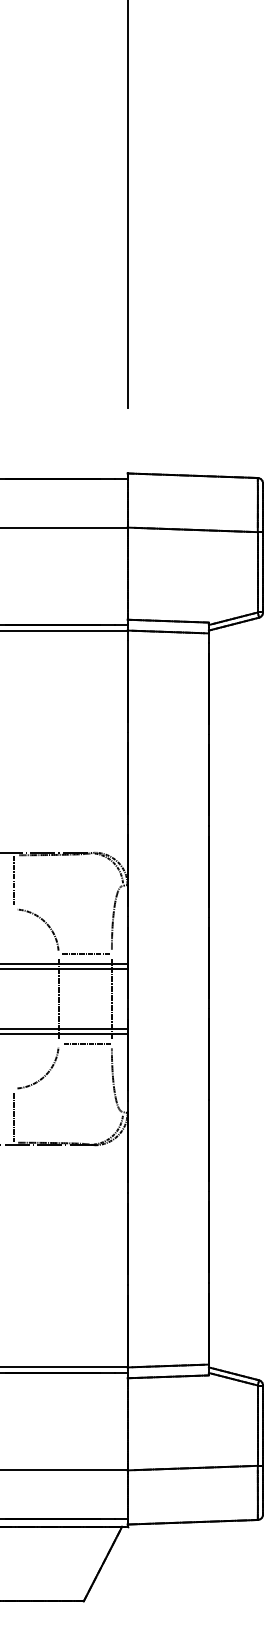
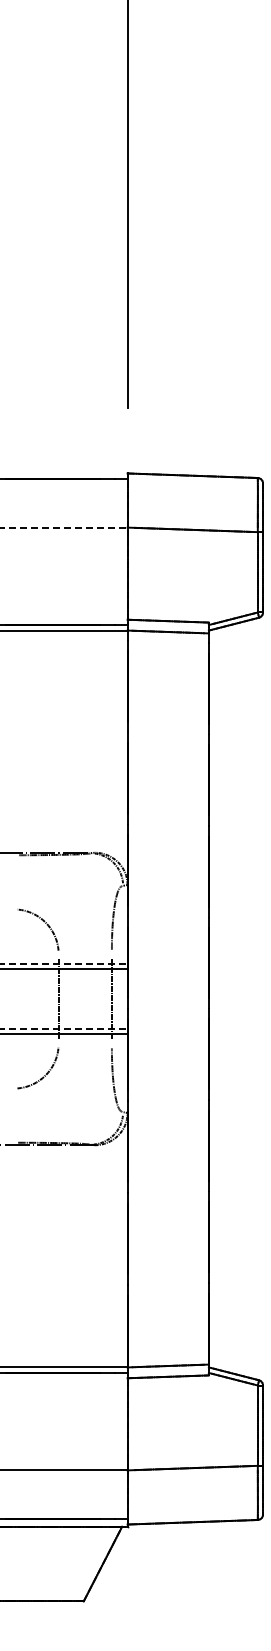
line at (64, 527): solid -> dashed
line at (13, 880): present -> none
line at (86, 954): present -> none
line at (64, 963): solid -> dashed
line at (64, 1028): solid -> dashed
line at (86, 1043): present -> none
line at (13, 1117): present -> none
